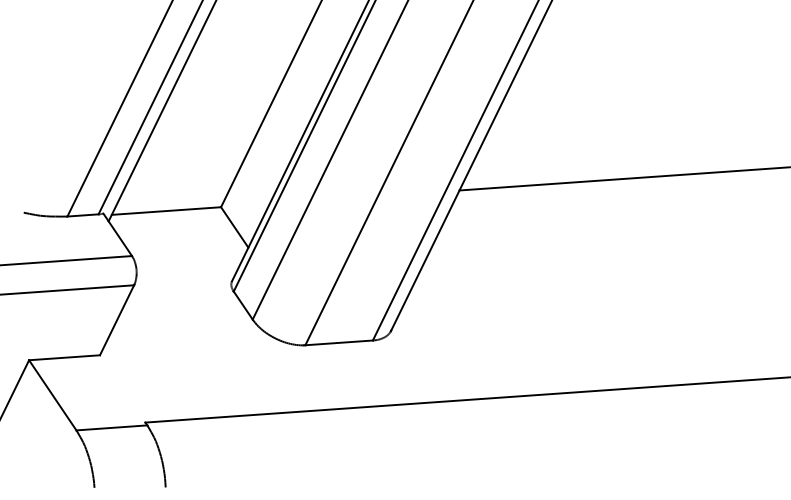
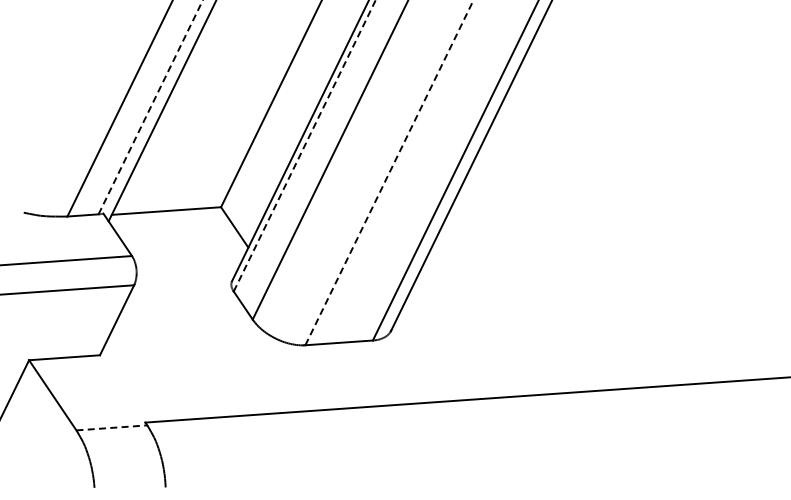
line at (150, 107): solid -> dashed
line at (304, 146): solid -> dashed
line at (389, 172): solid -> dashed
line at (623, 178): present -> none
line at (111, 427): solid -> dashed
